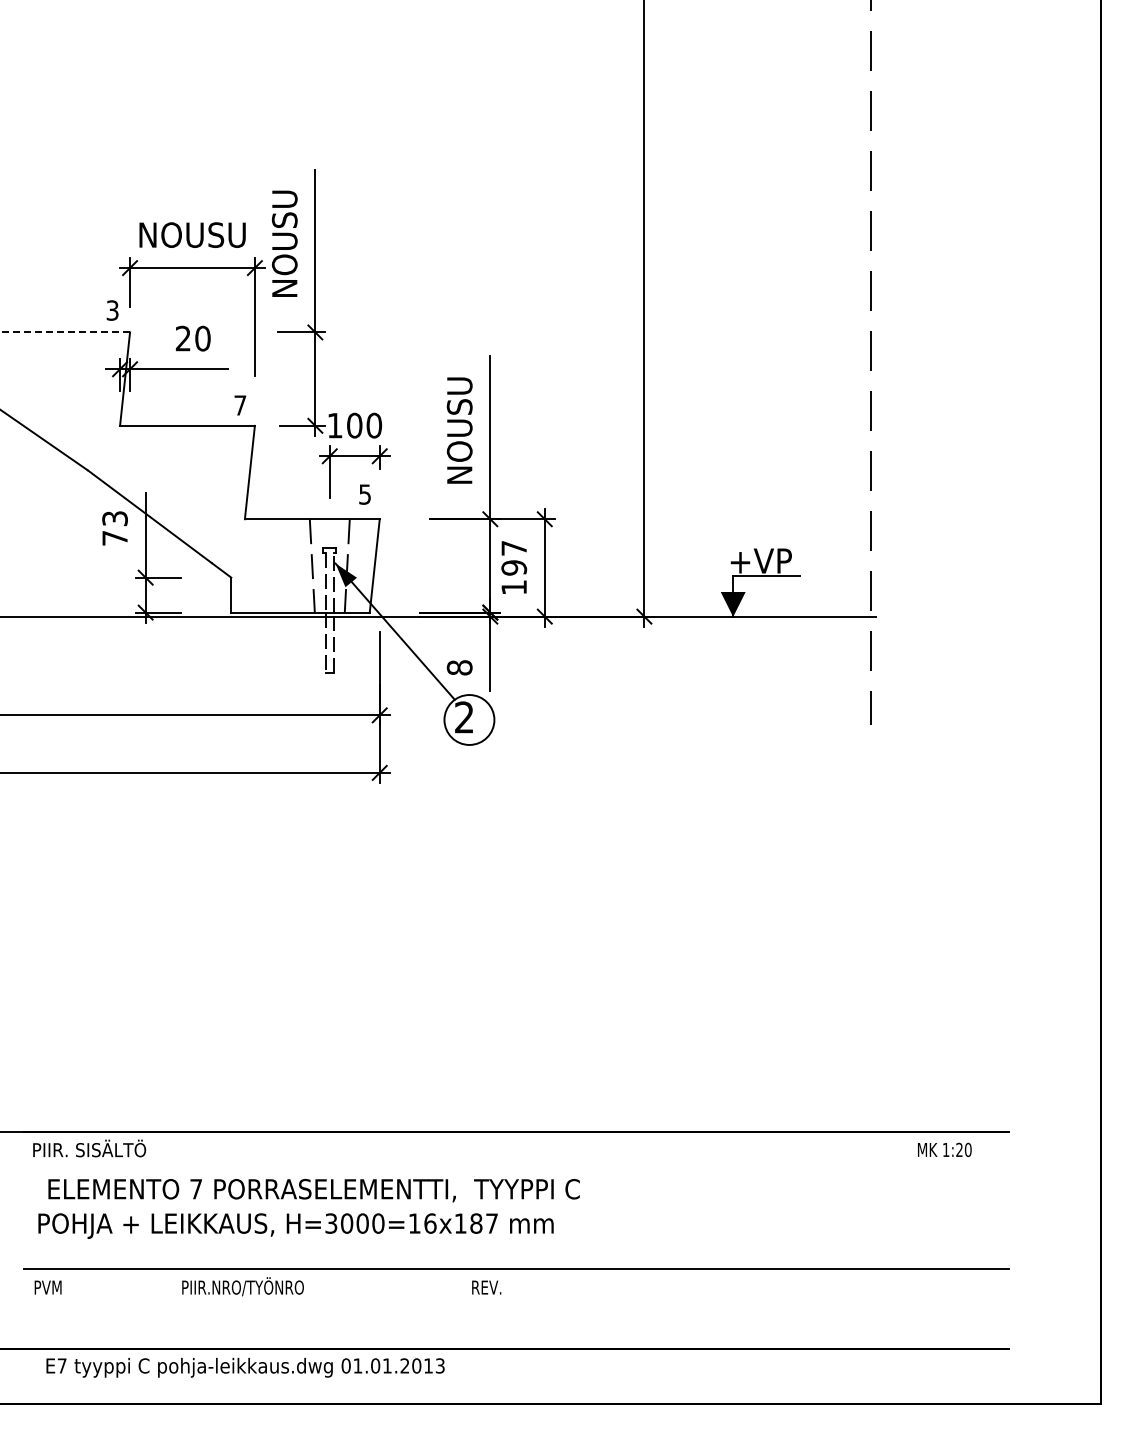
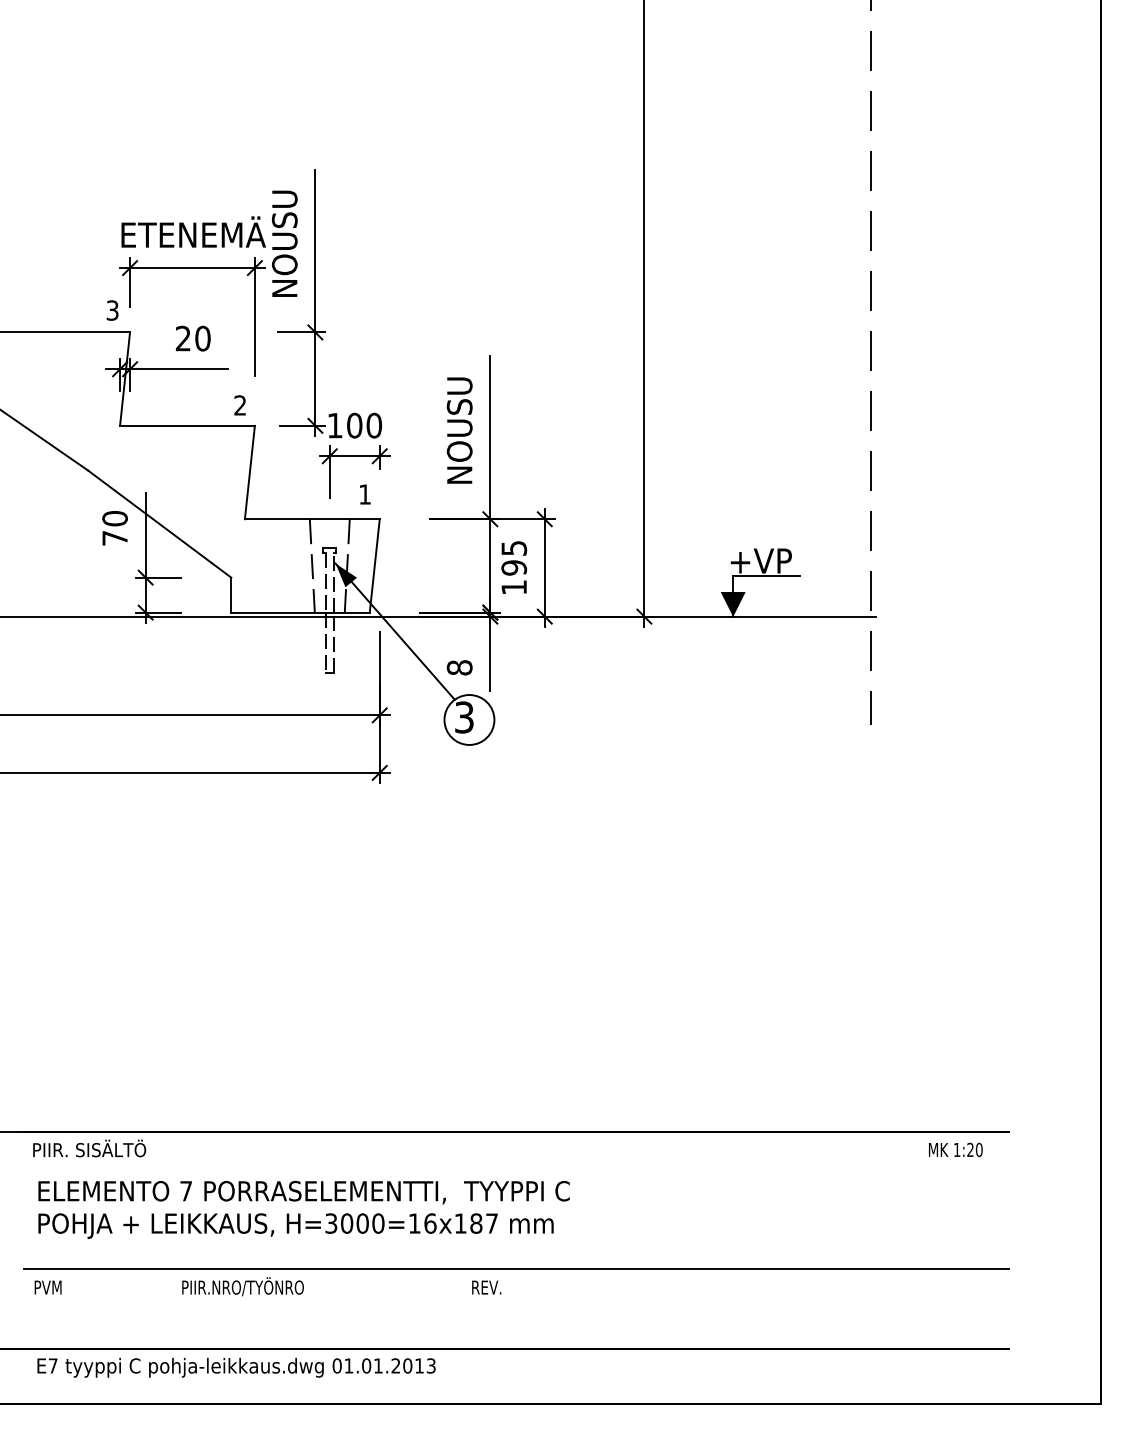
text at (193, 232): NOUSU -> ETENEMÄ
line at (65, 332): dashed -> solid
text at (240, 405): 7 -> 2
text at (364, 494): 5 -> 1
text at (114, 518): 73 -> 70
text at (514, 548): 197 -> 195
text at (464, 717): 2 -> 3
text at (944, 1149) position: (944, 1149) -> (955, 1149)
text at (313, 1190) position: (313, 1190) -> (303, 1192)
text at (245, 1367) position: (245, 1367) -> (236, 1367)
